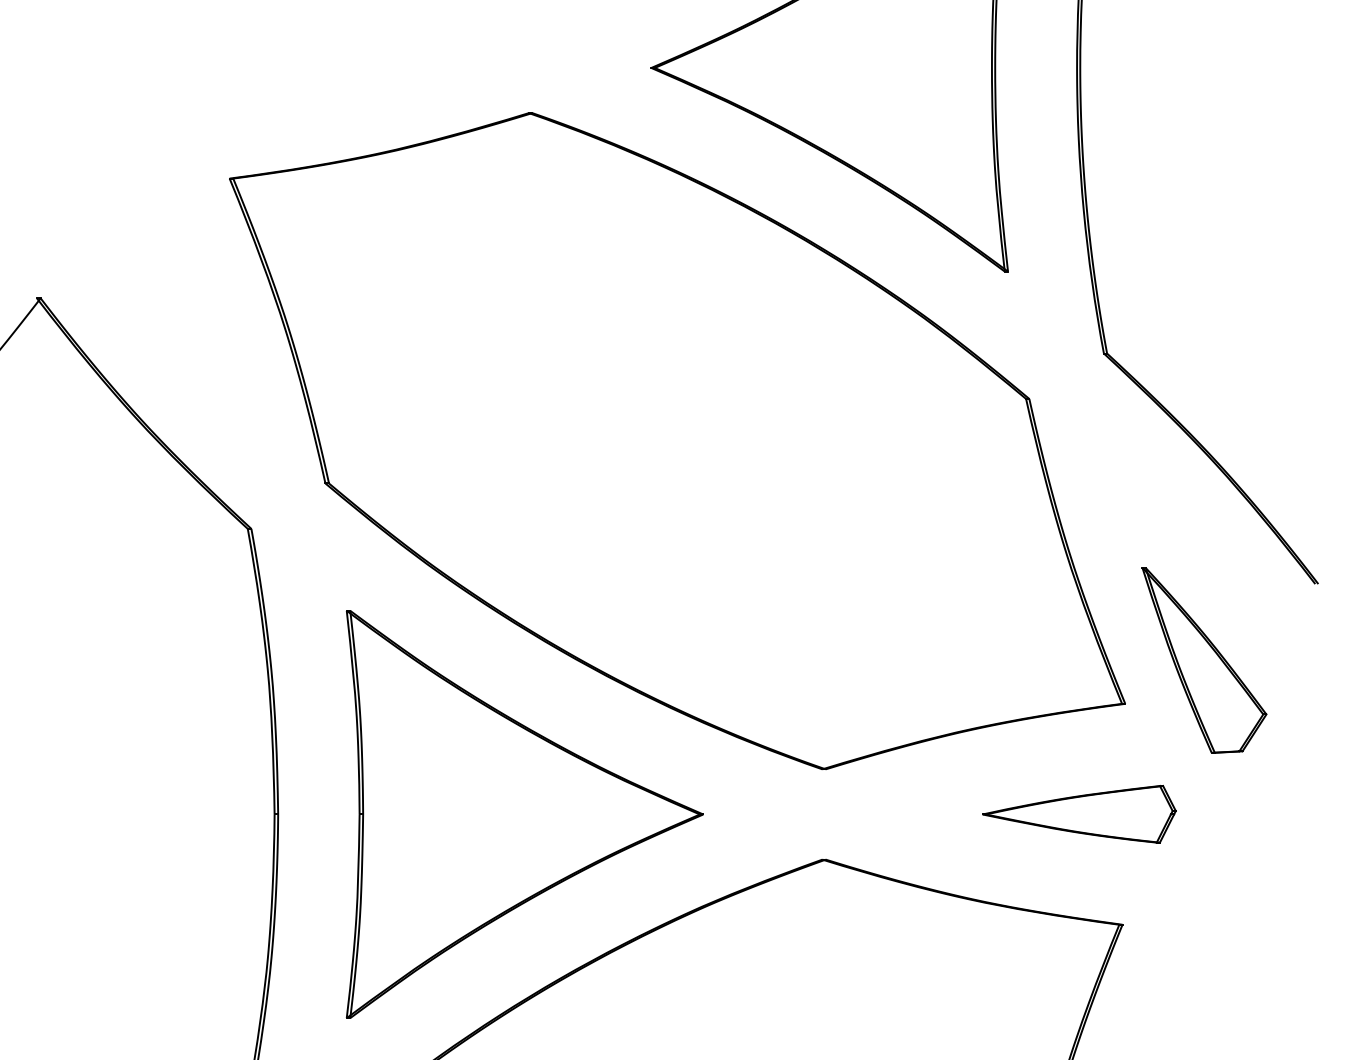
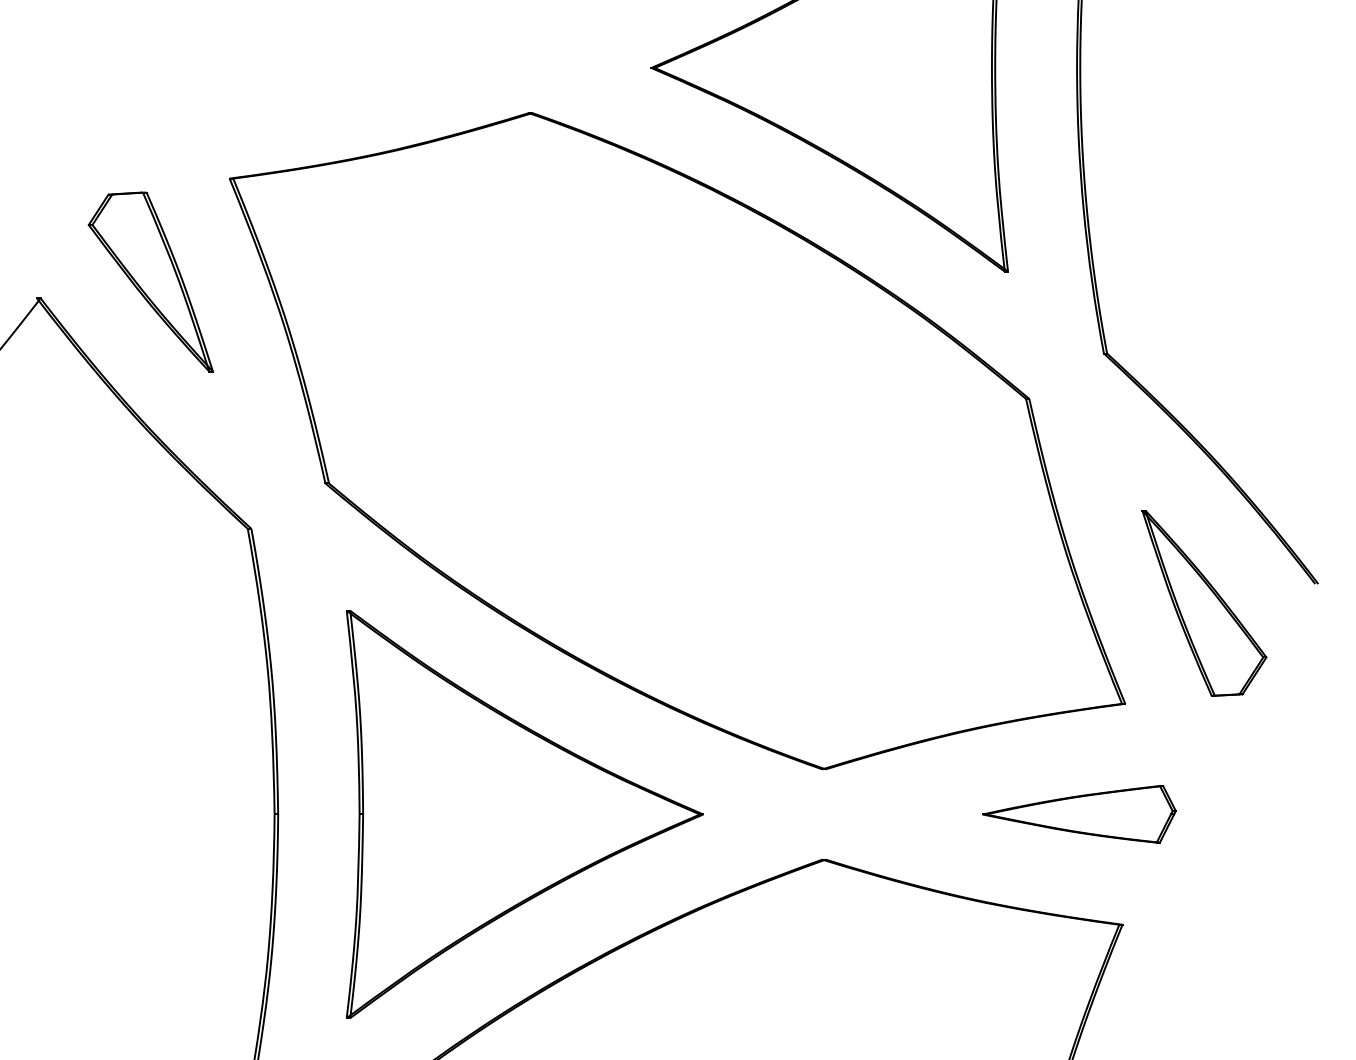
part at (150, 281): none -> present
part at (1204, 660) position: (1204, 660) -> (1204, 603)
